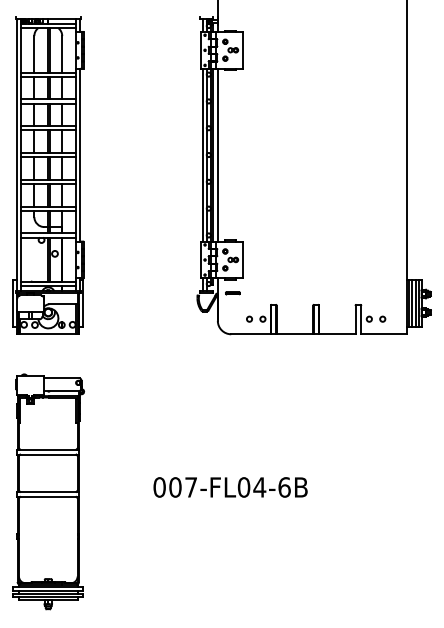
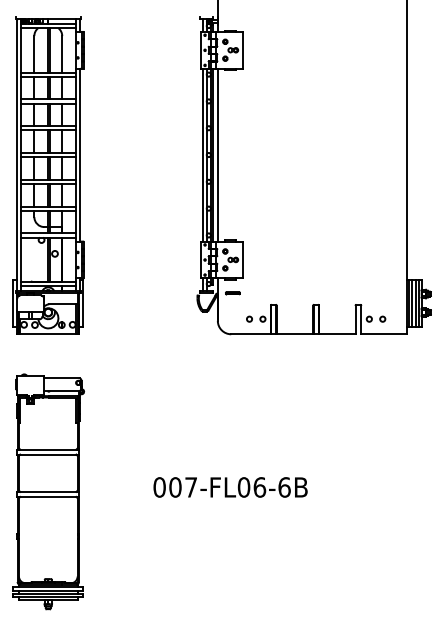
text at (259, 487): 007-FL04-6B -> 007-FL06-6B
